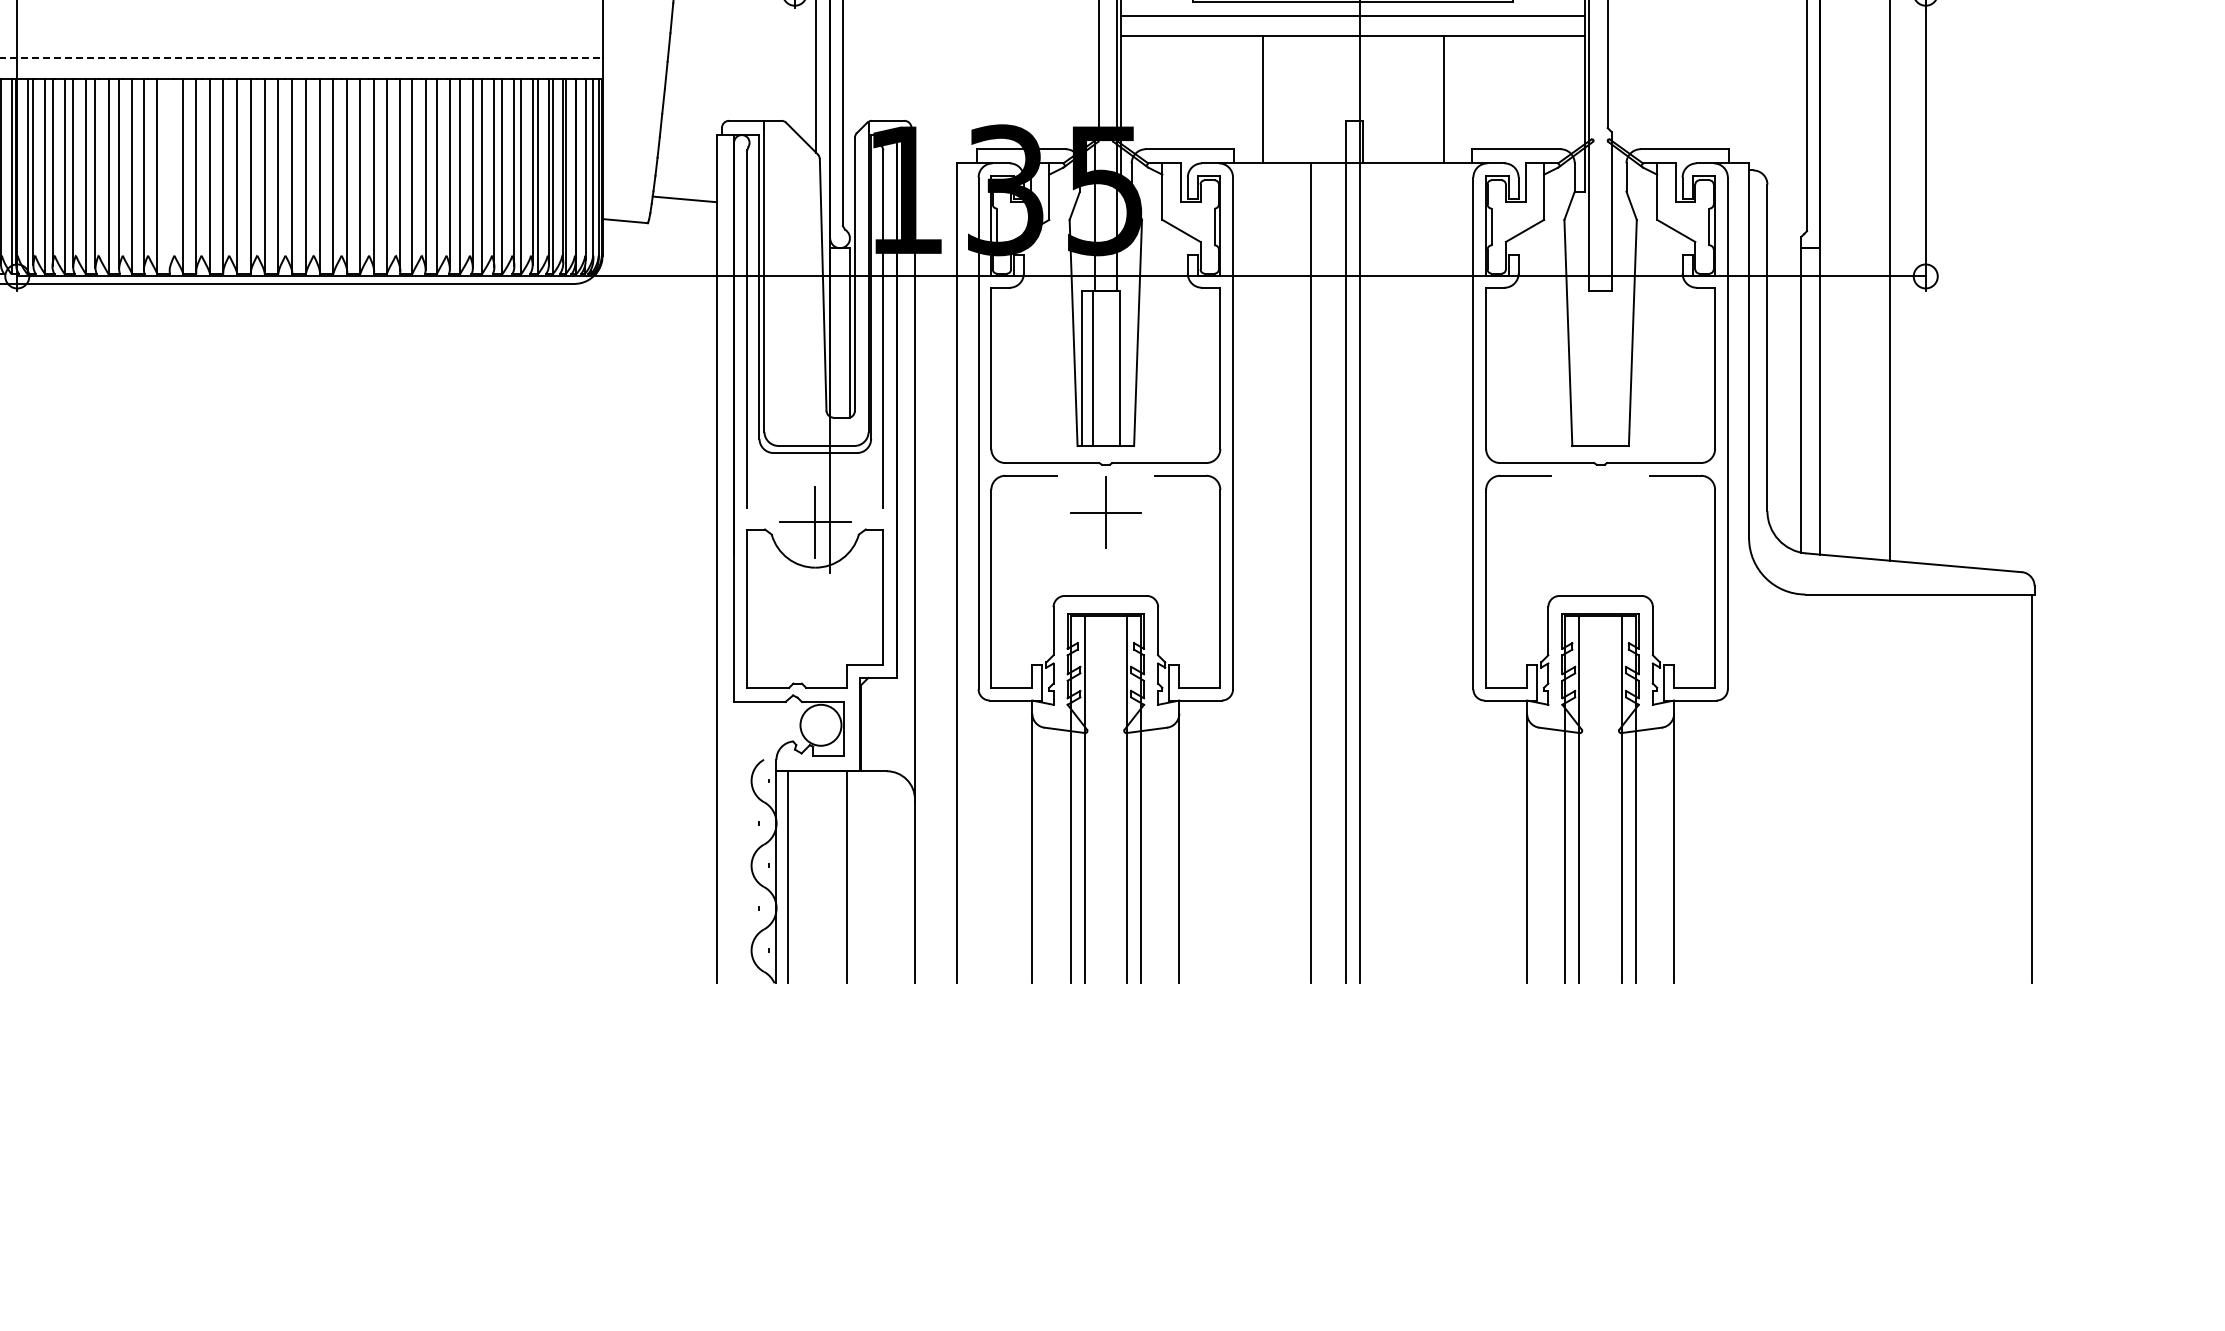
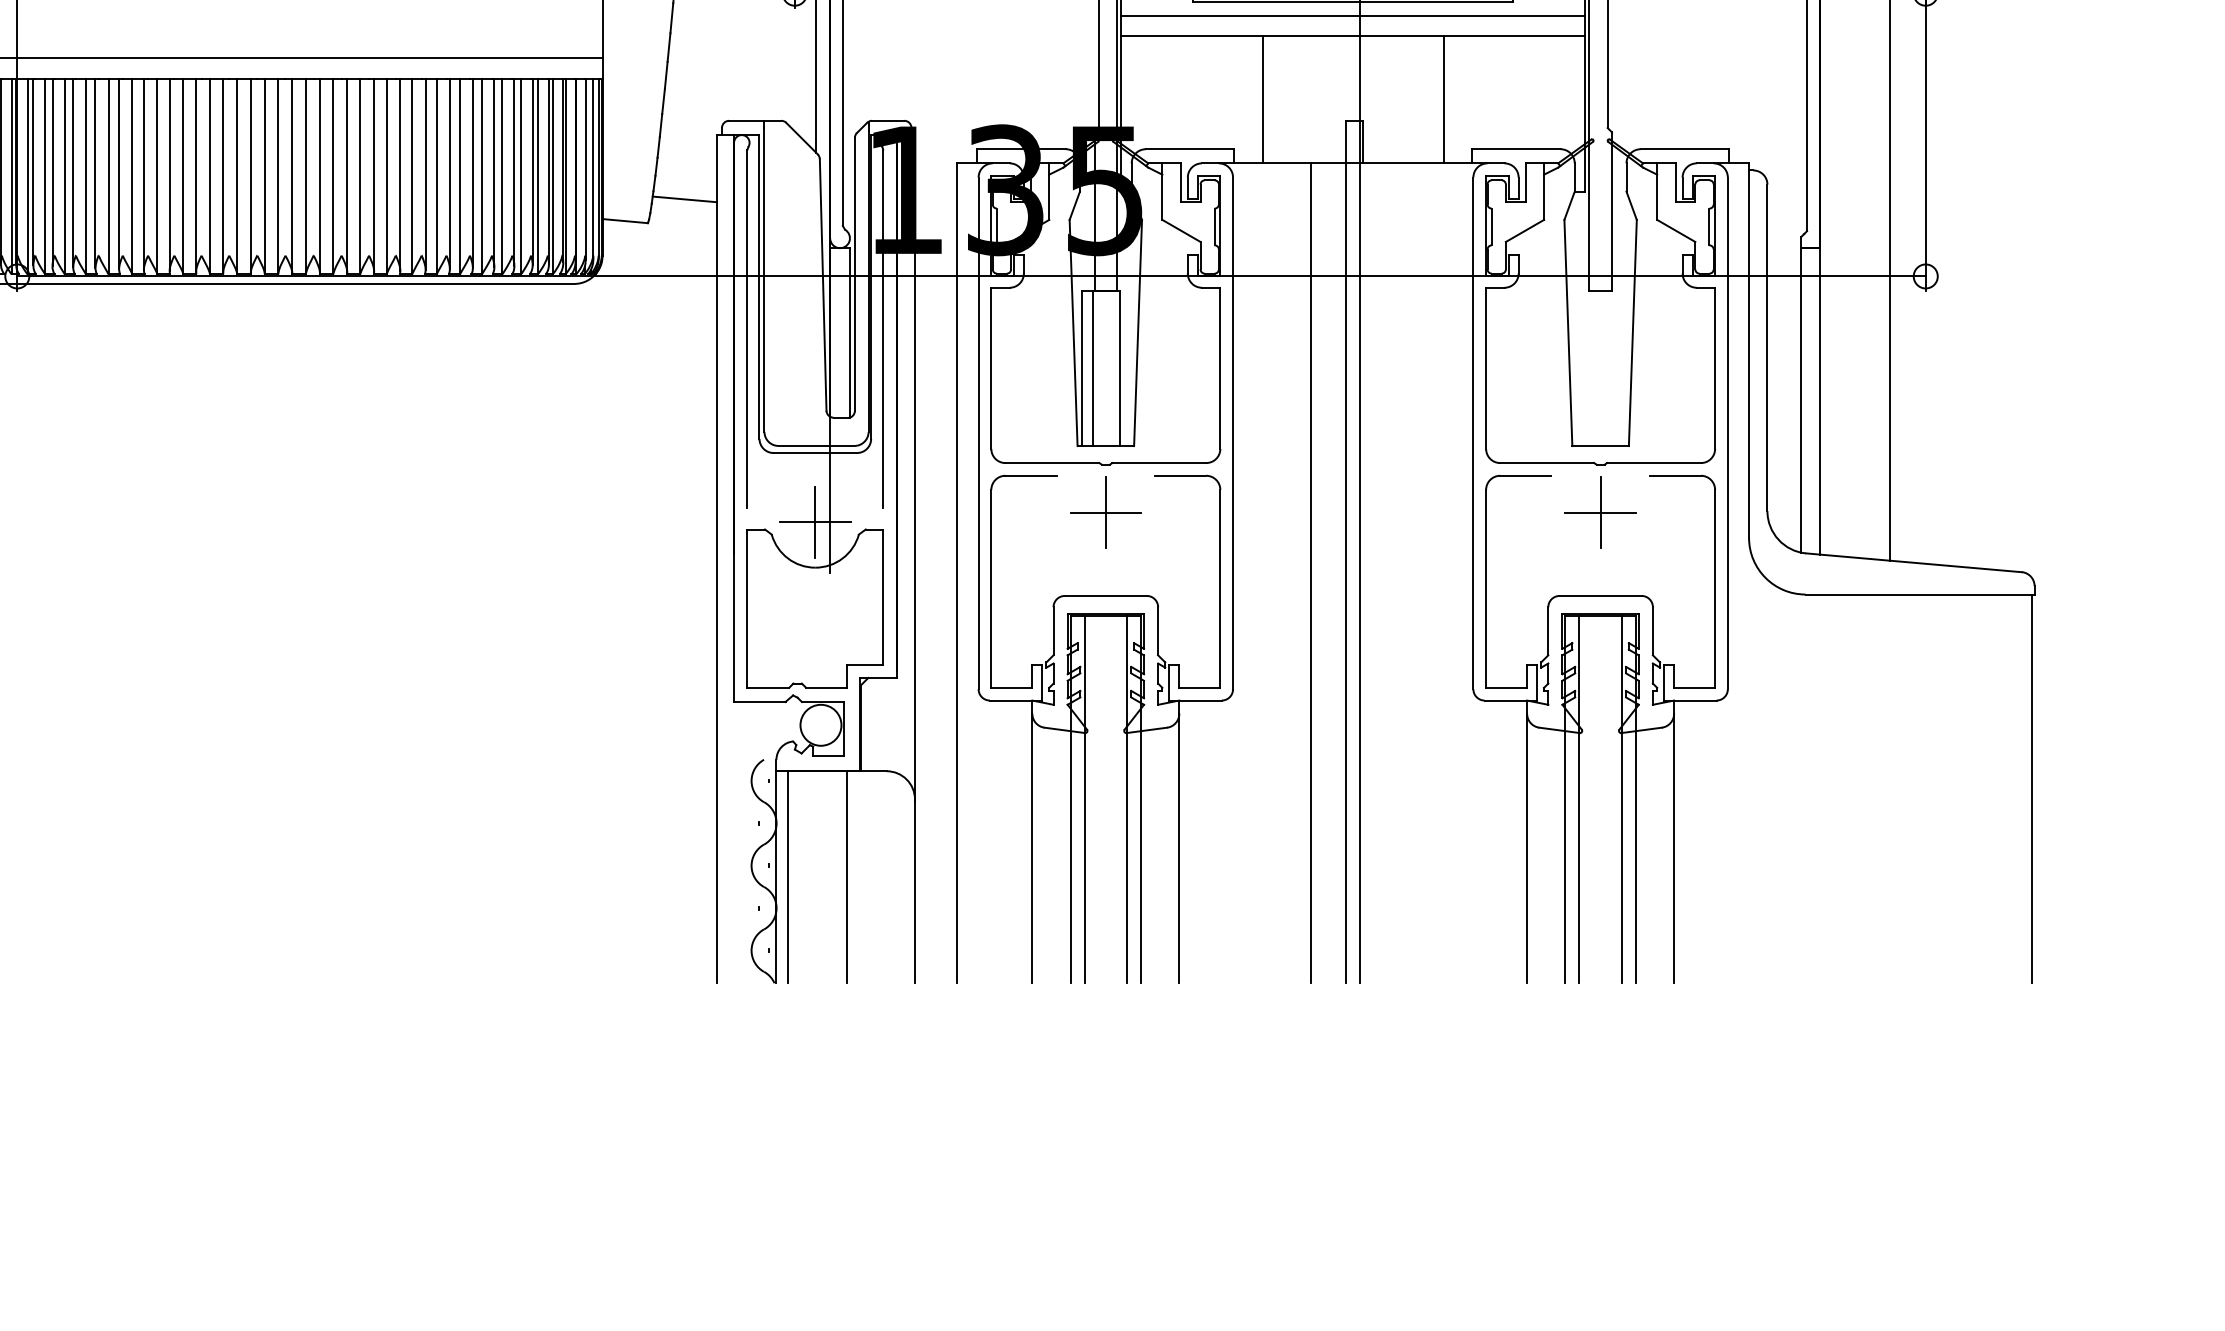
line at (301, 57): dashed -> solid
line at (169, 174): none -> present
part at (1600, 512): none -> present
